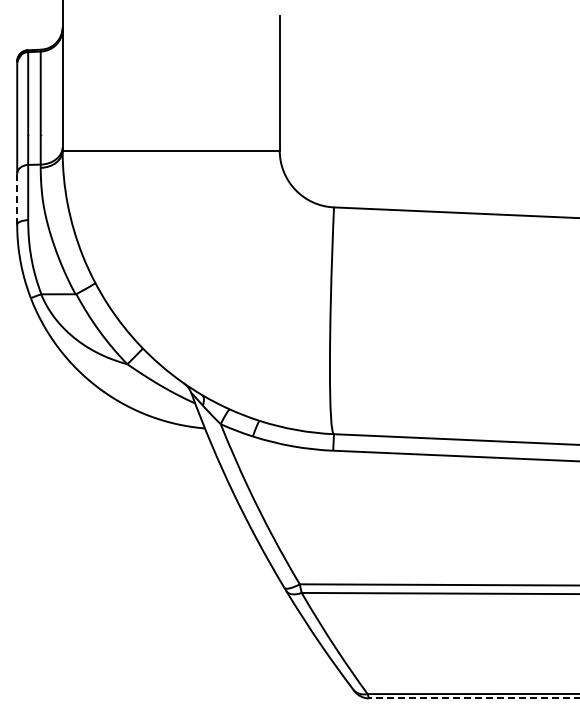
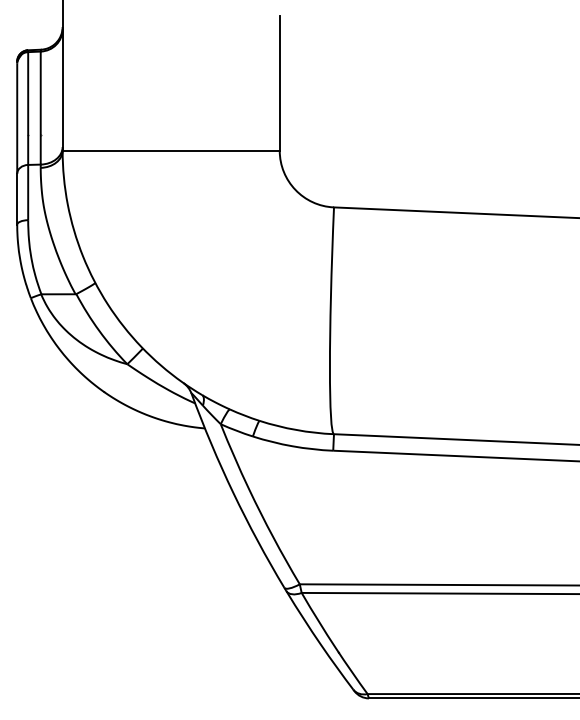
line at (17, 199): dashed -> solid
line at (473, 698): dashed -> solid
